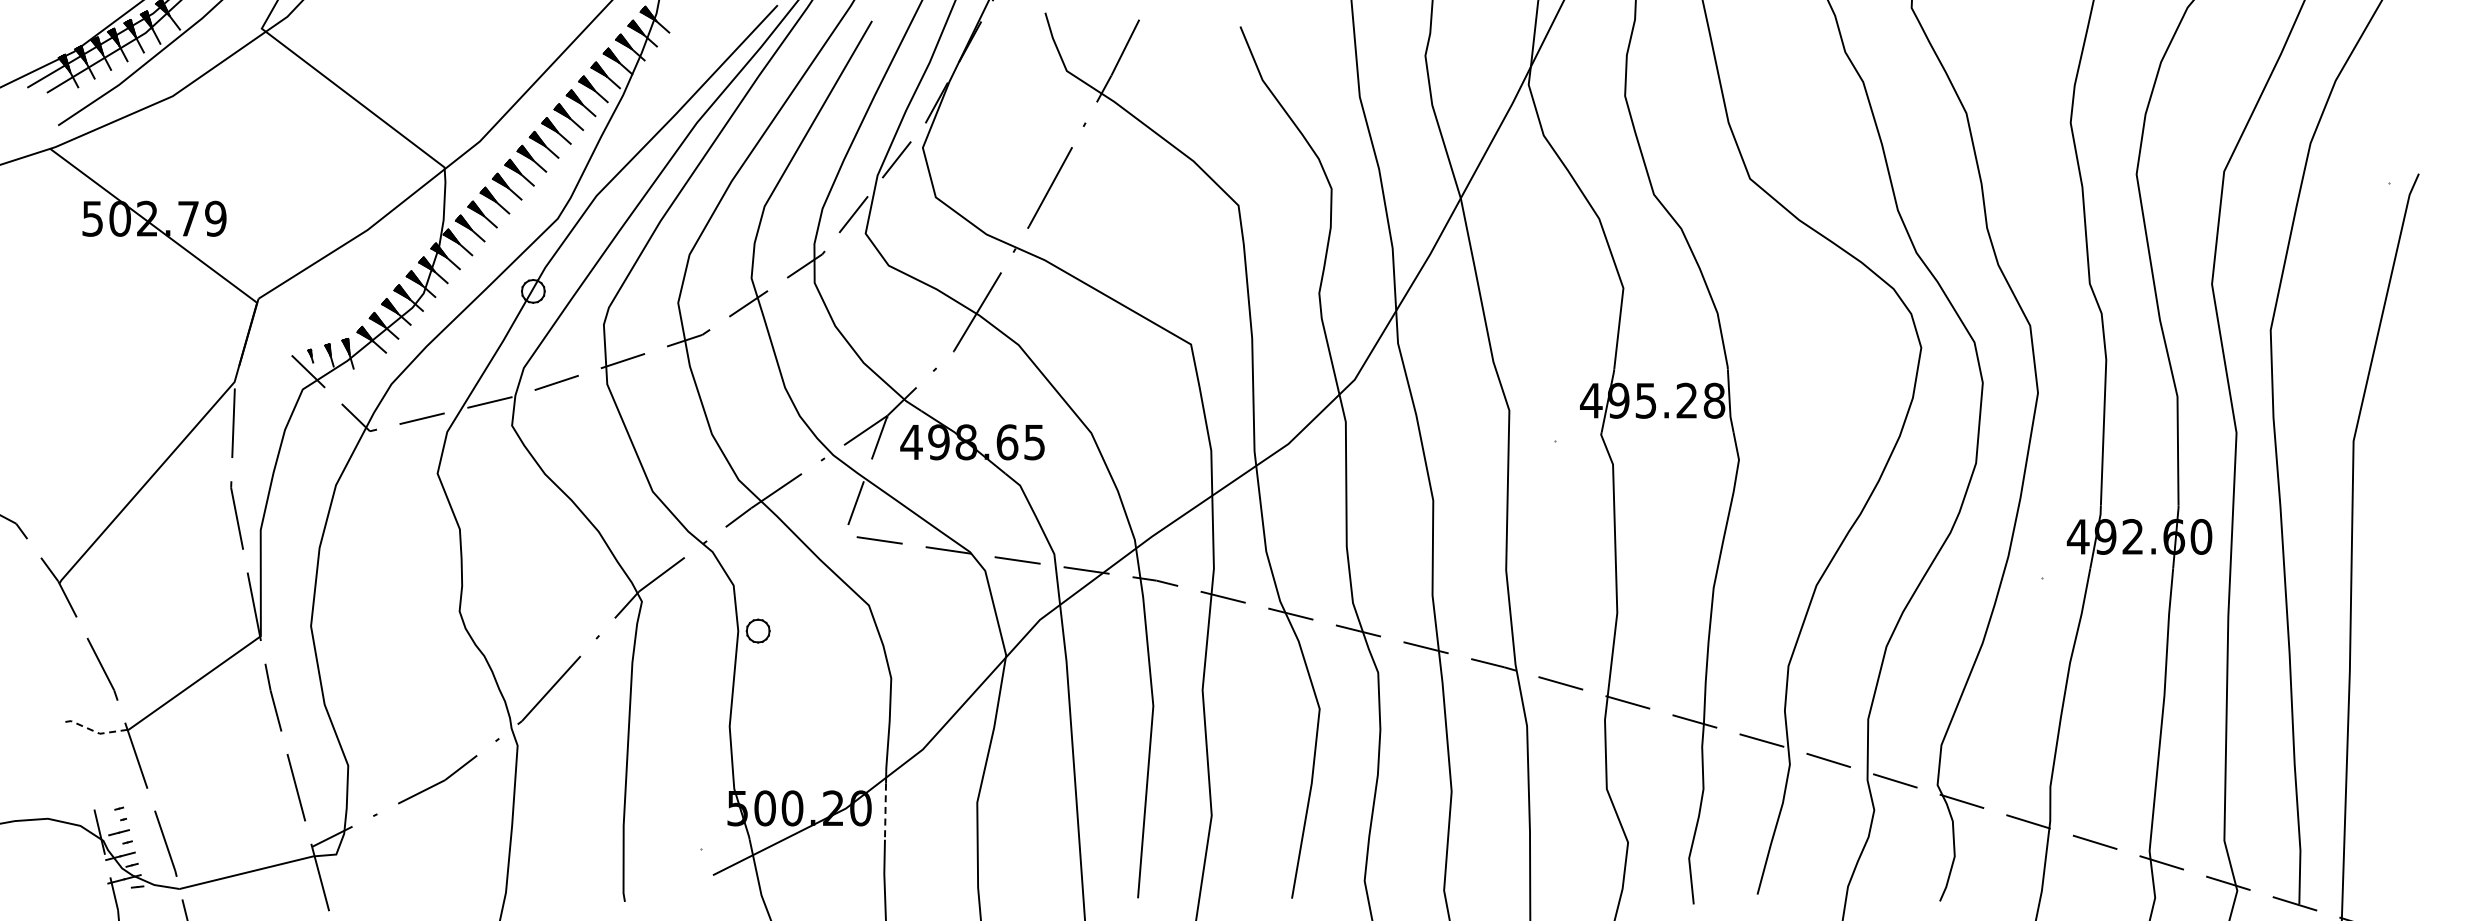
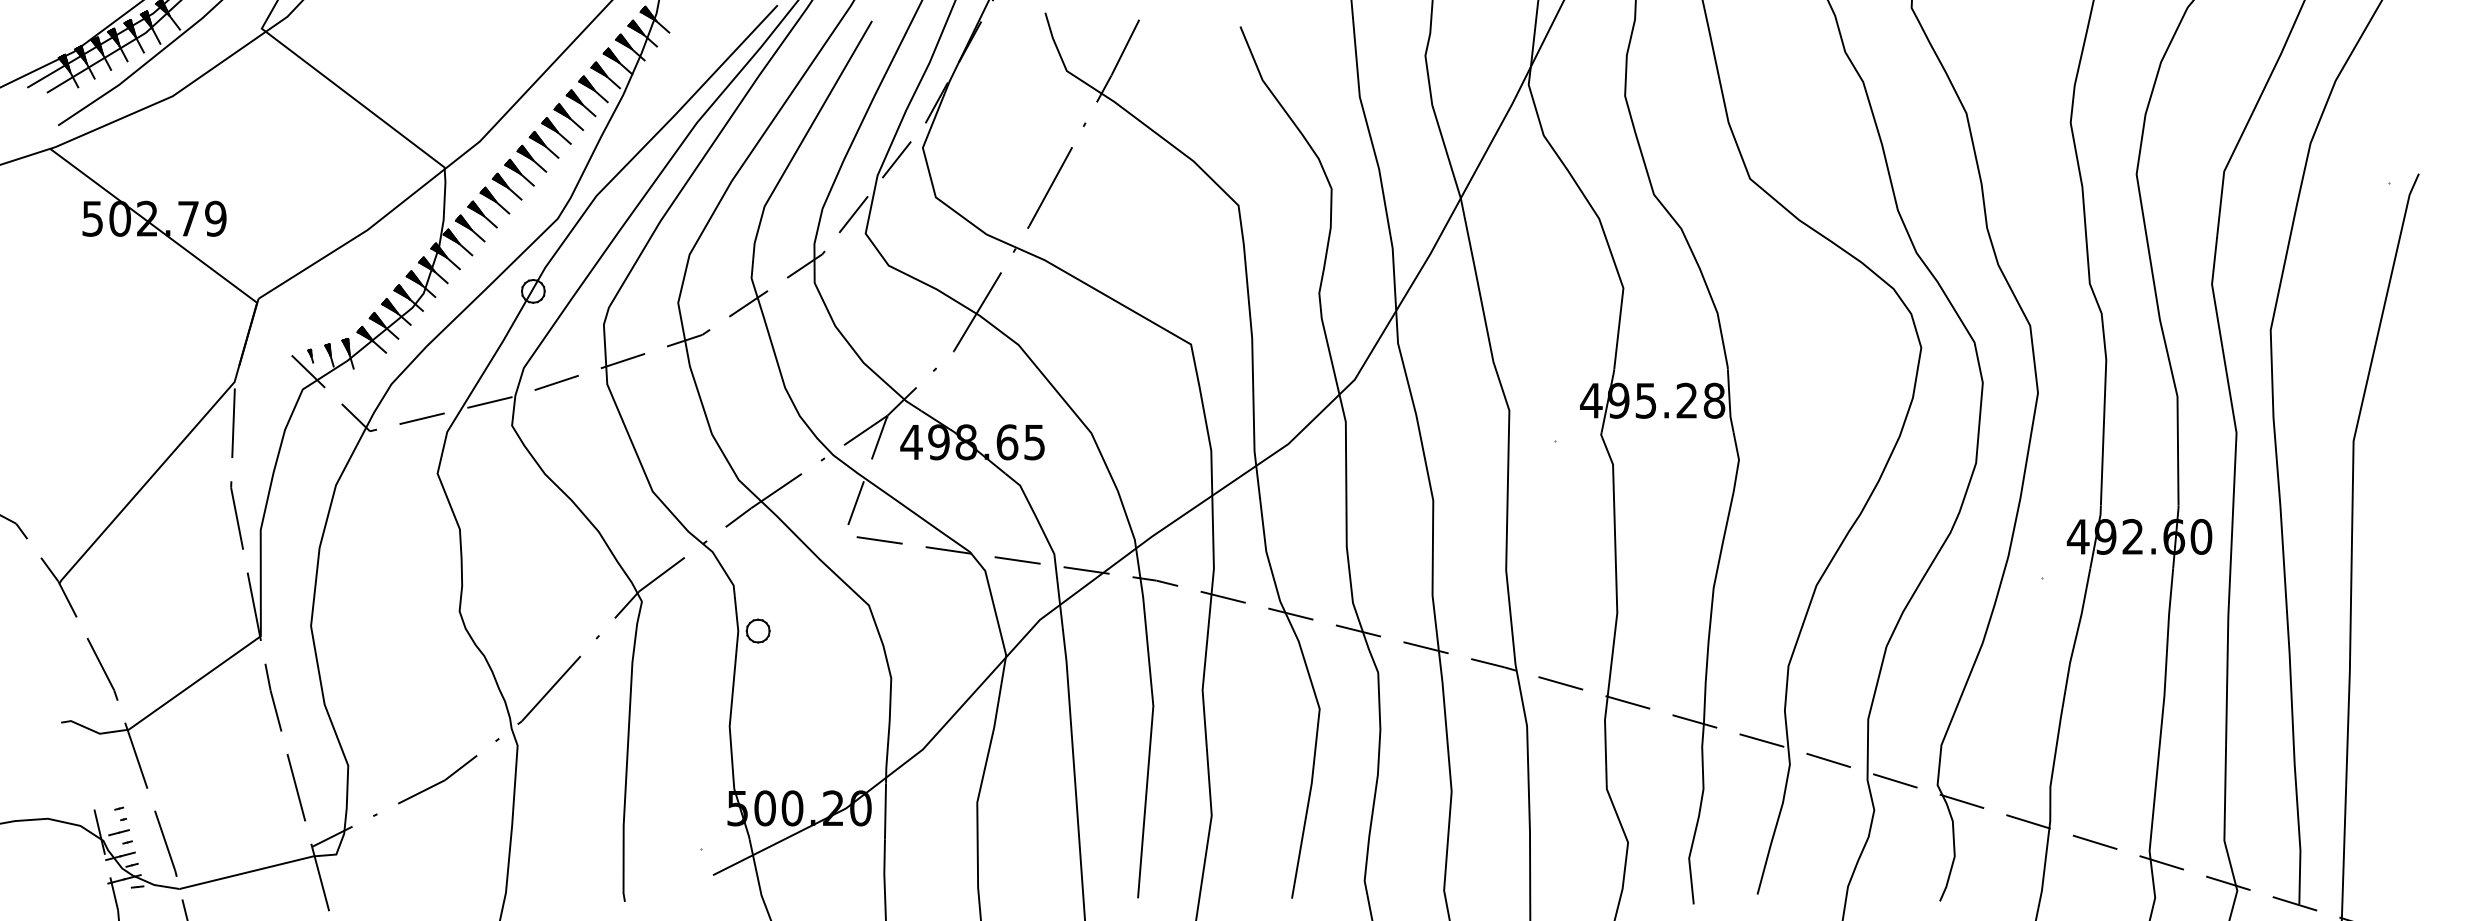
line at (92, 730): dashed -> solid
line at (885, 812): dashed -> solid
